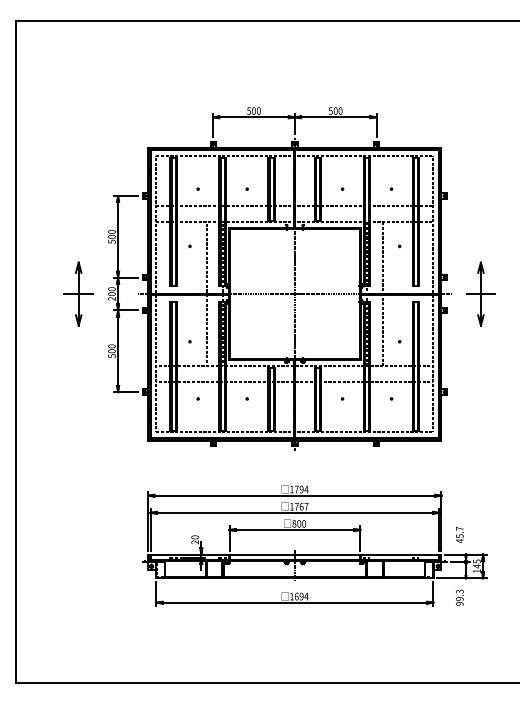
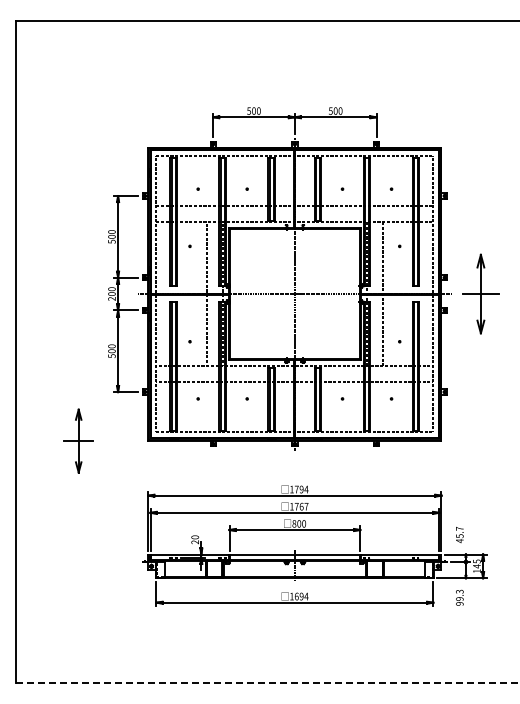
part at (78, 293) position: (78, 293) -> (78, 440)
part at (480, 293) size: 30x66 px -> 38x82 px
line at (267, 682): solid -> dashed
